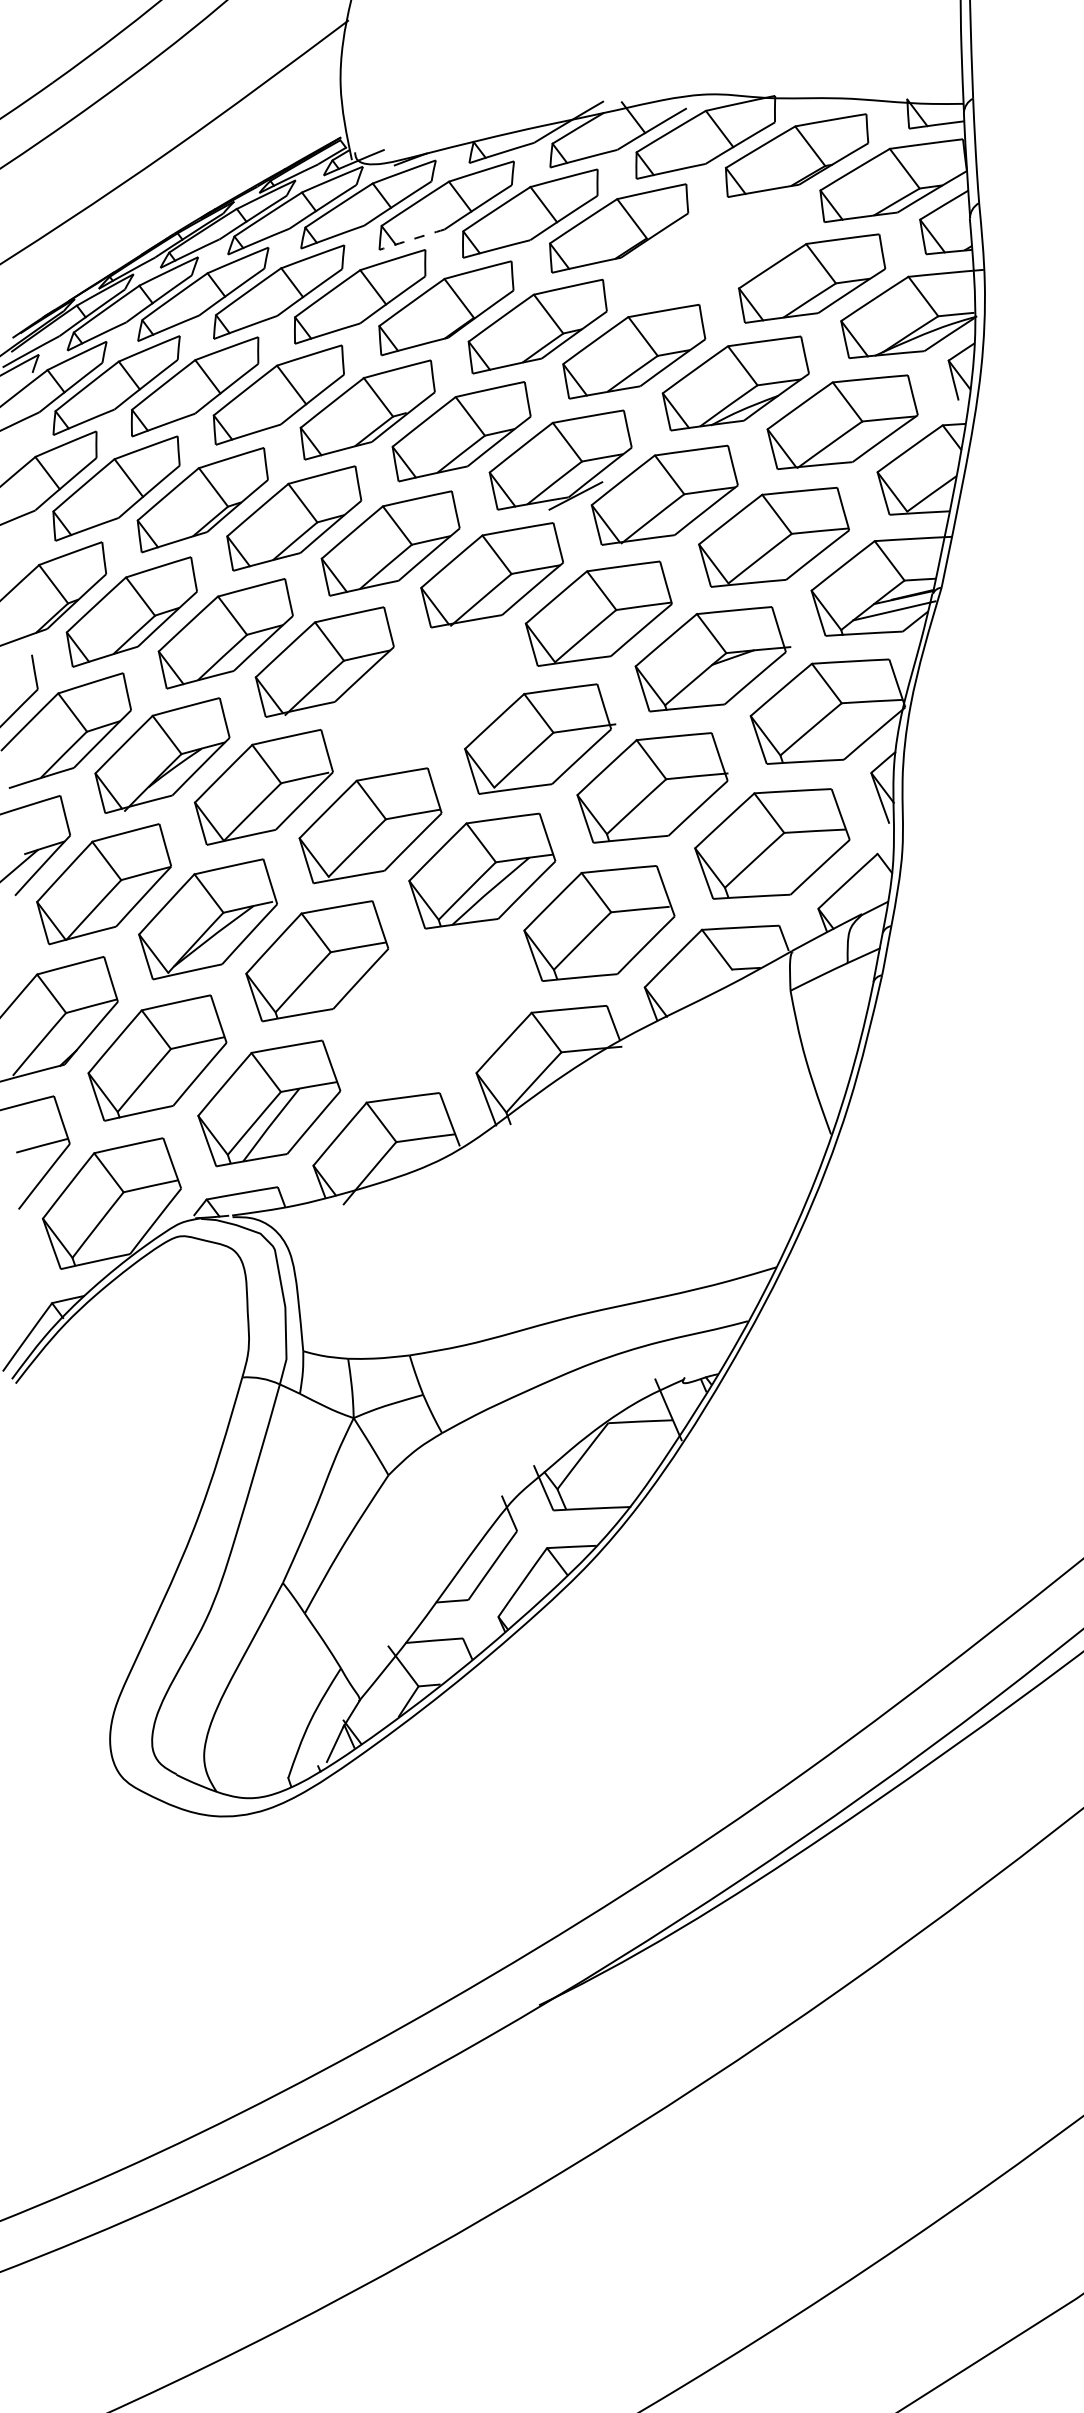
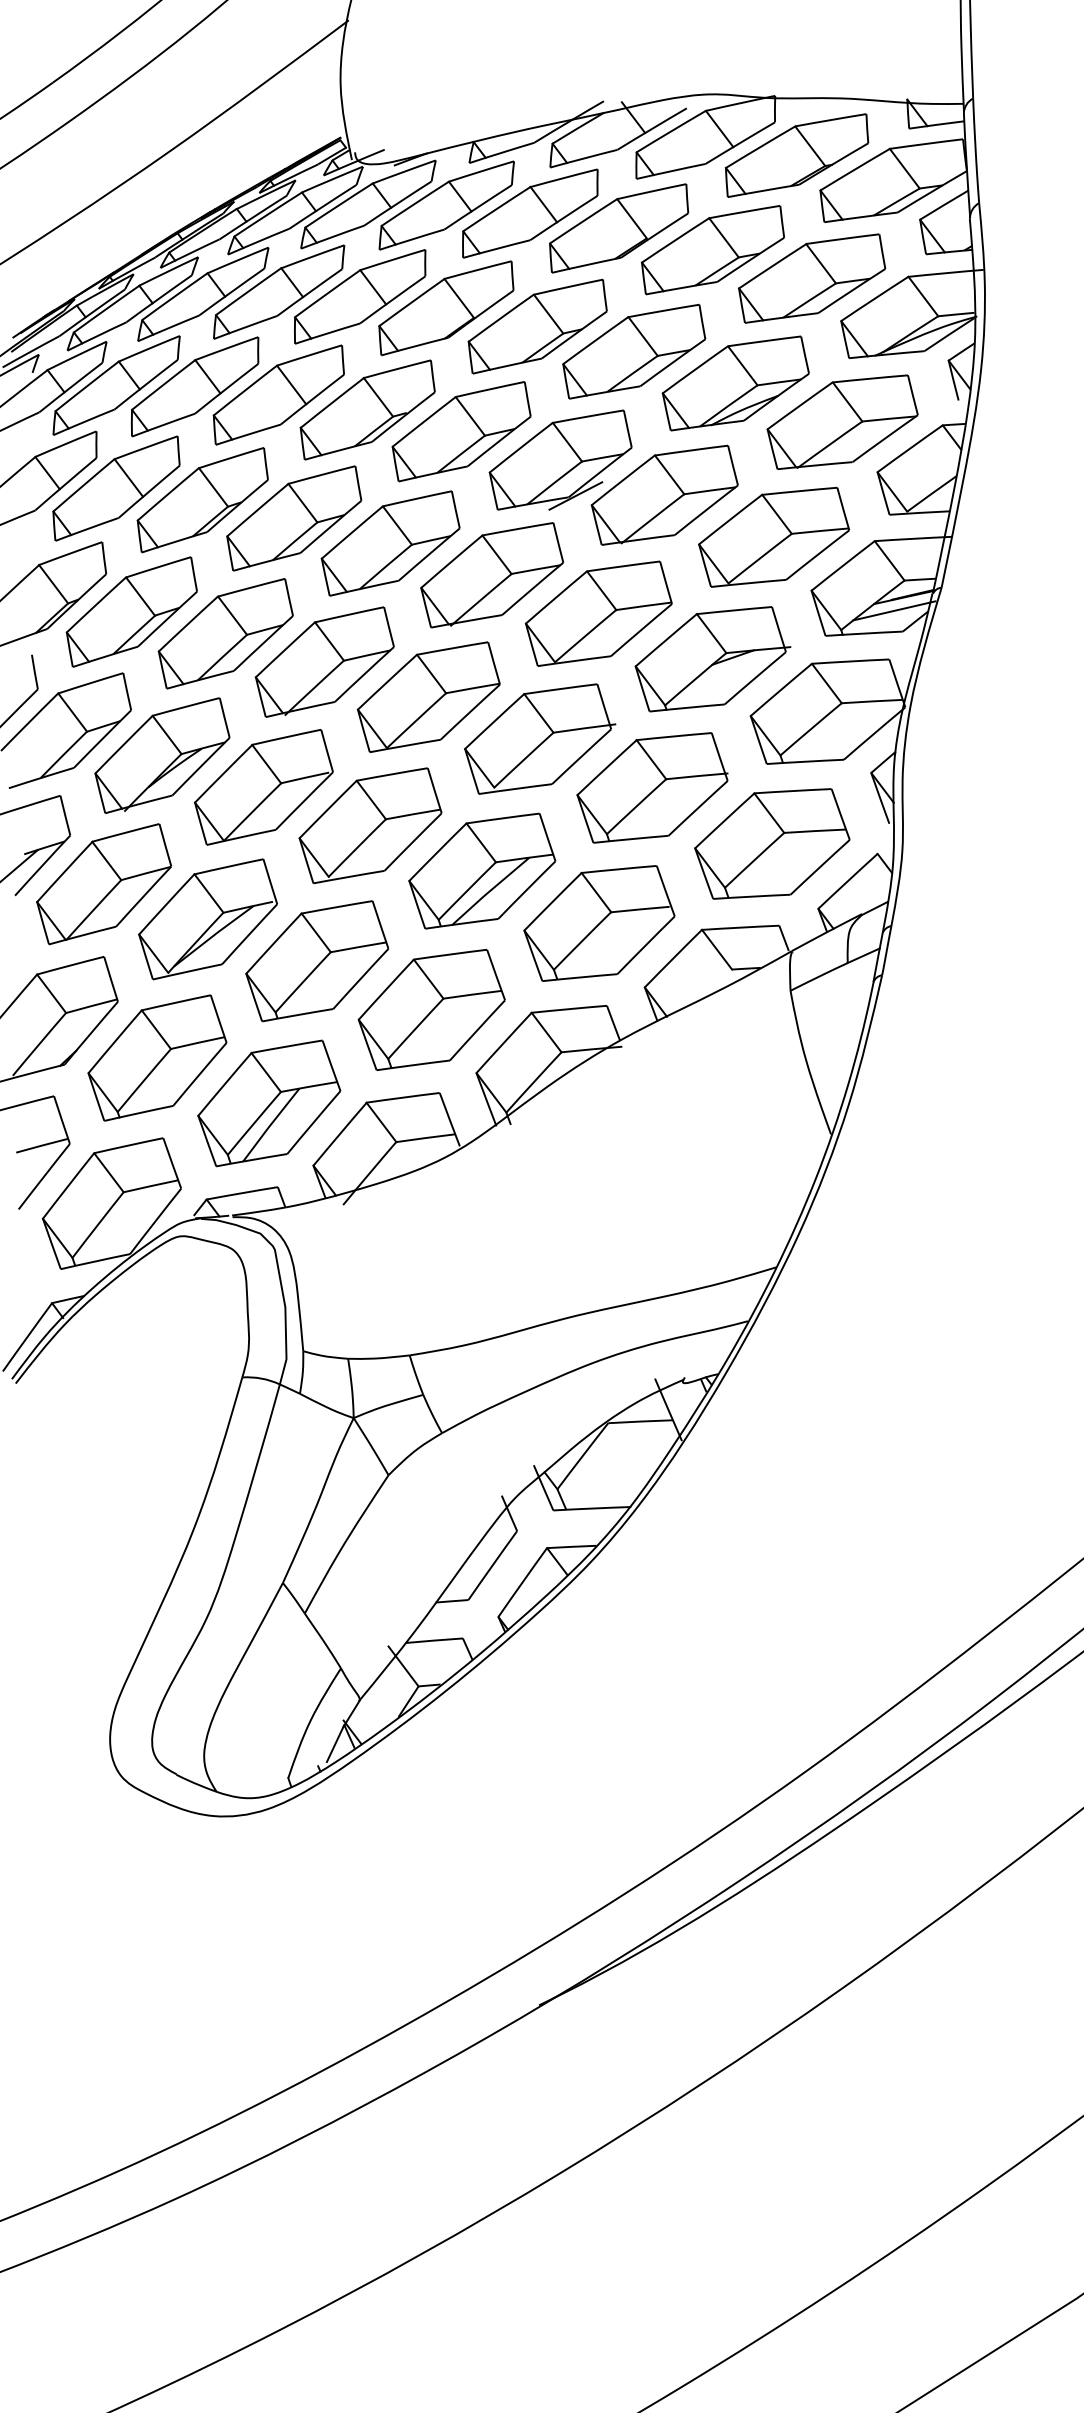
arc at (411, 239): dashed -> solid
part at (712, 250): none -> present
part at (428, 696): none -> present
part at (431, 1009): none -> present
